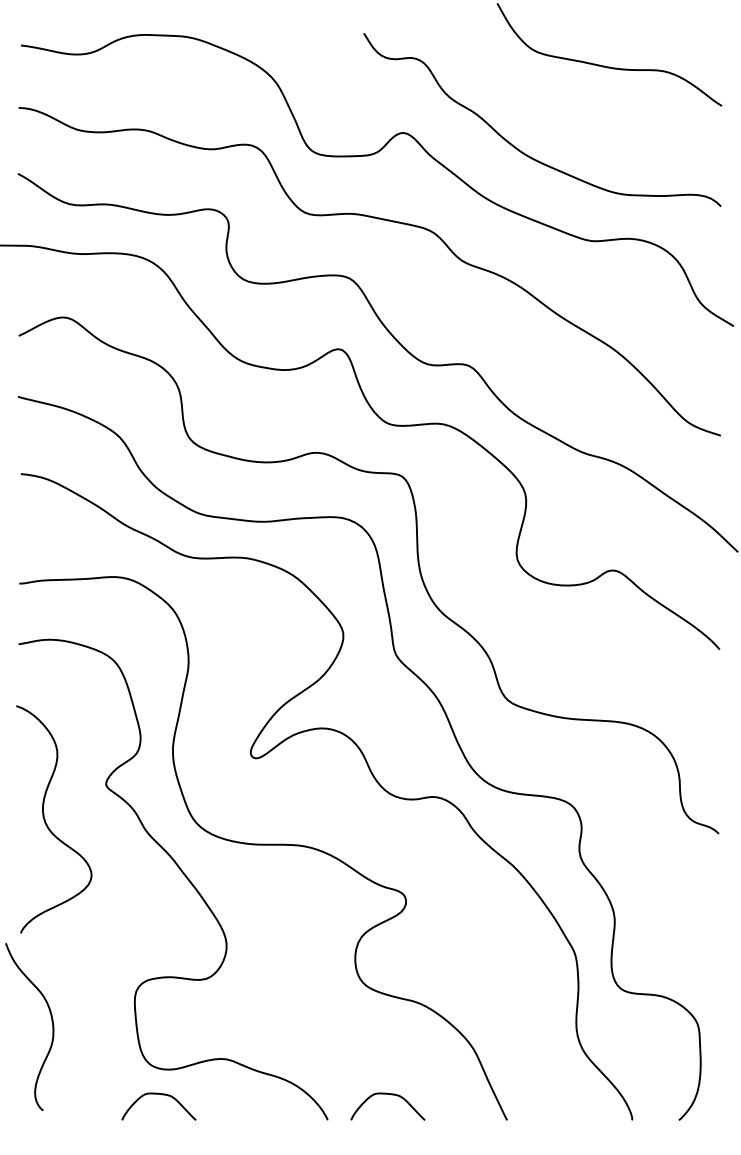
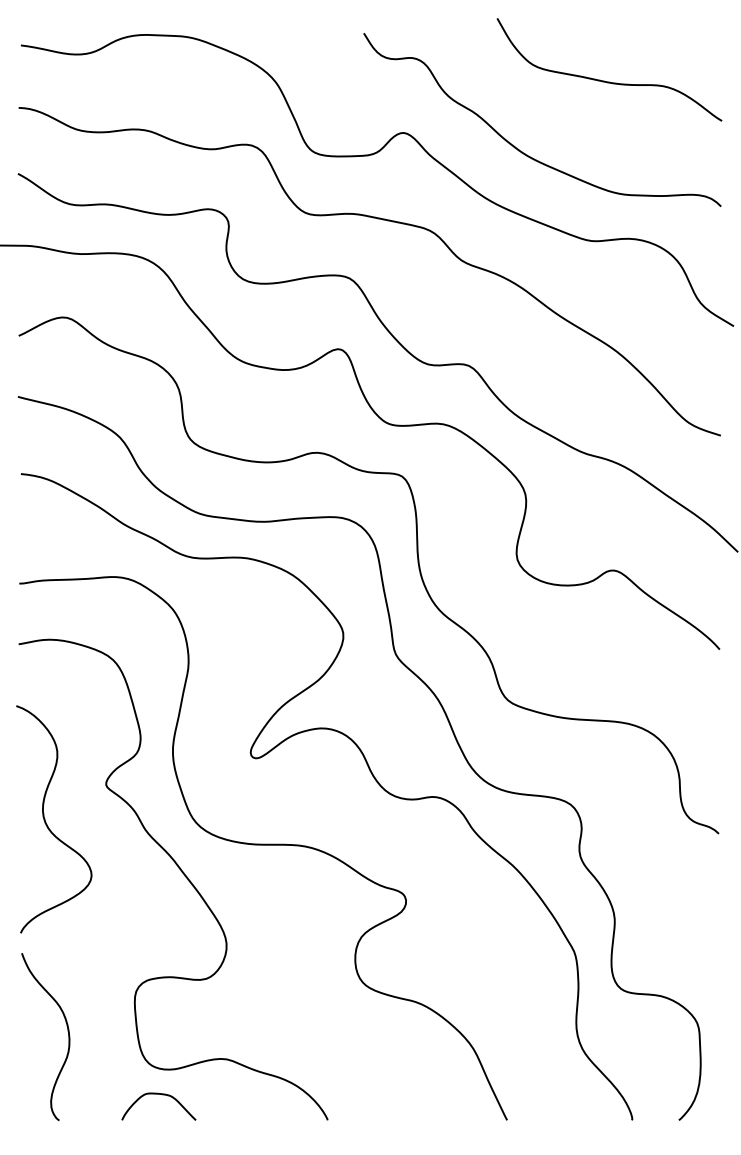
curve at (609, 66) position: (609, 66) -> (609, 81)
curve at (51, 1021) position: (51, 1021) -> (67, 1031)
curve at (391, 1095): present -> none
